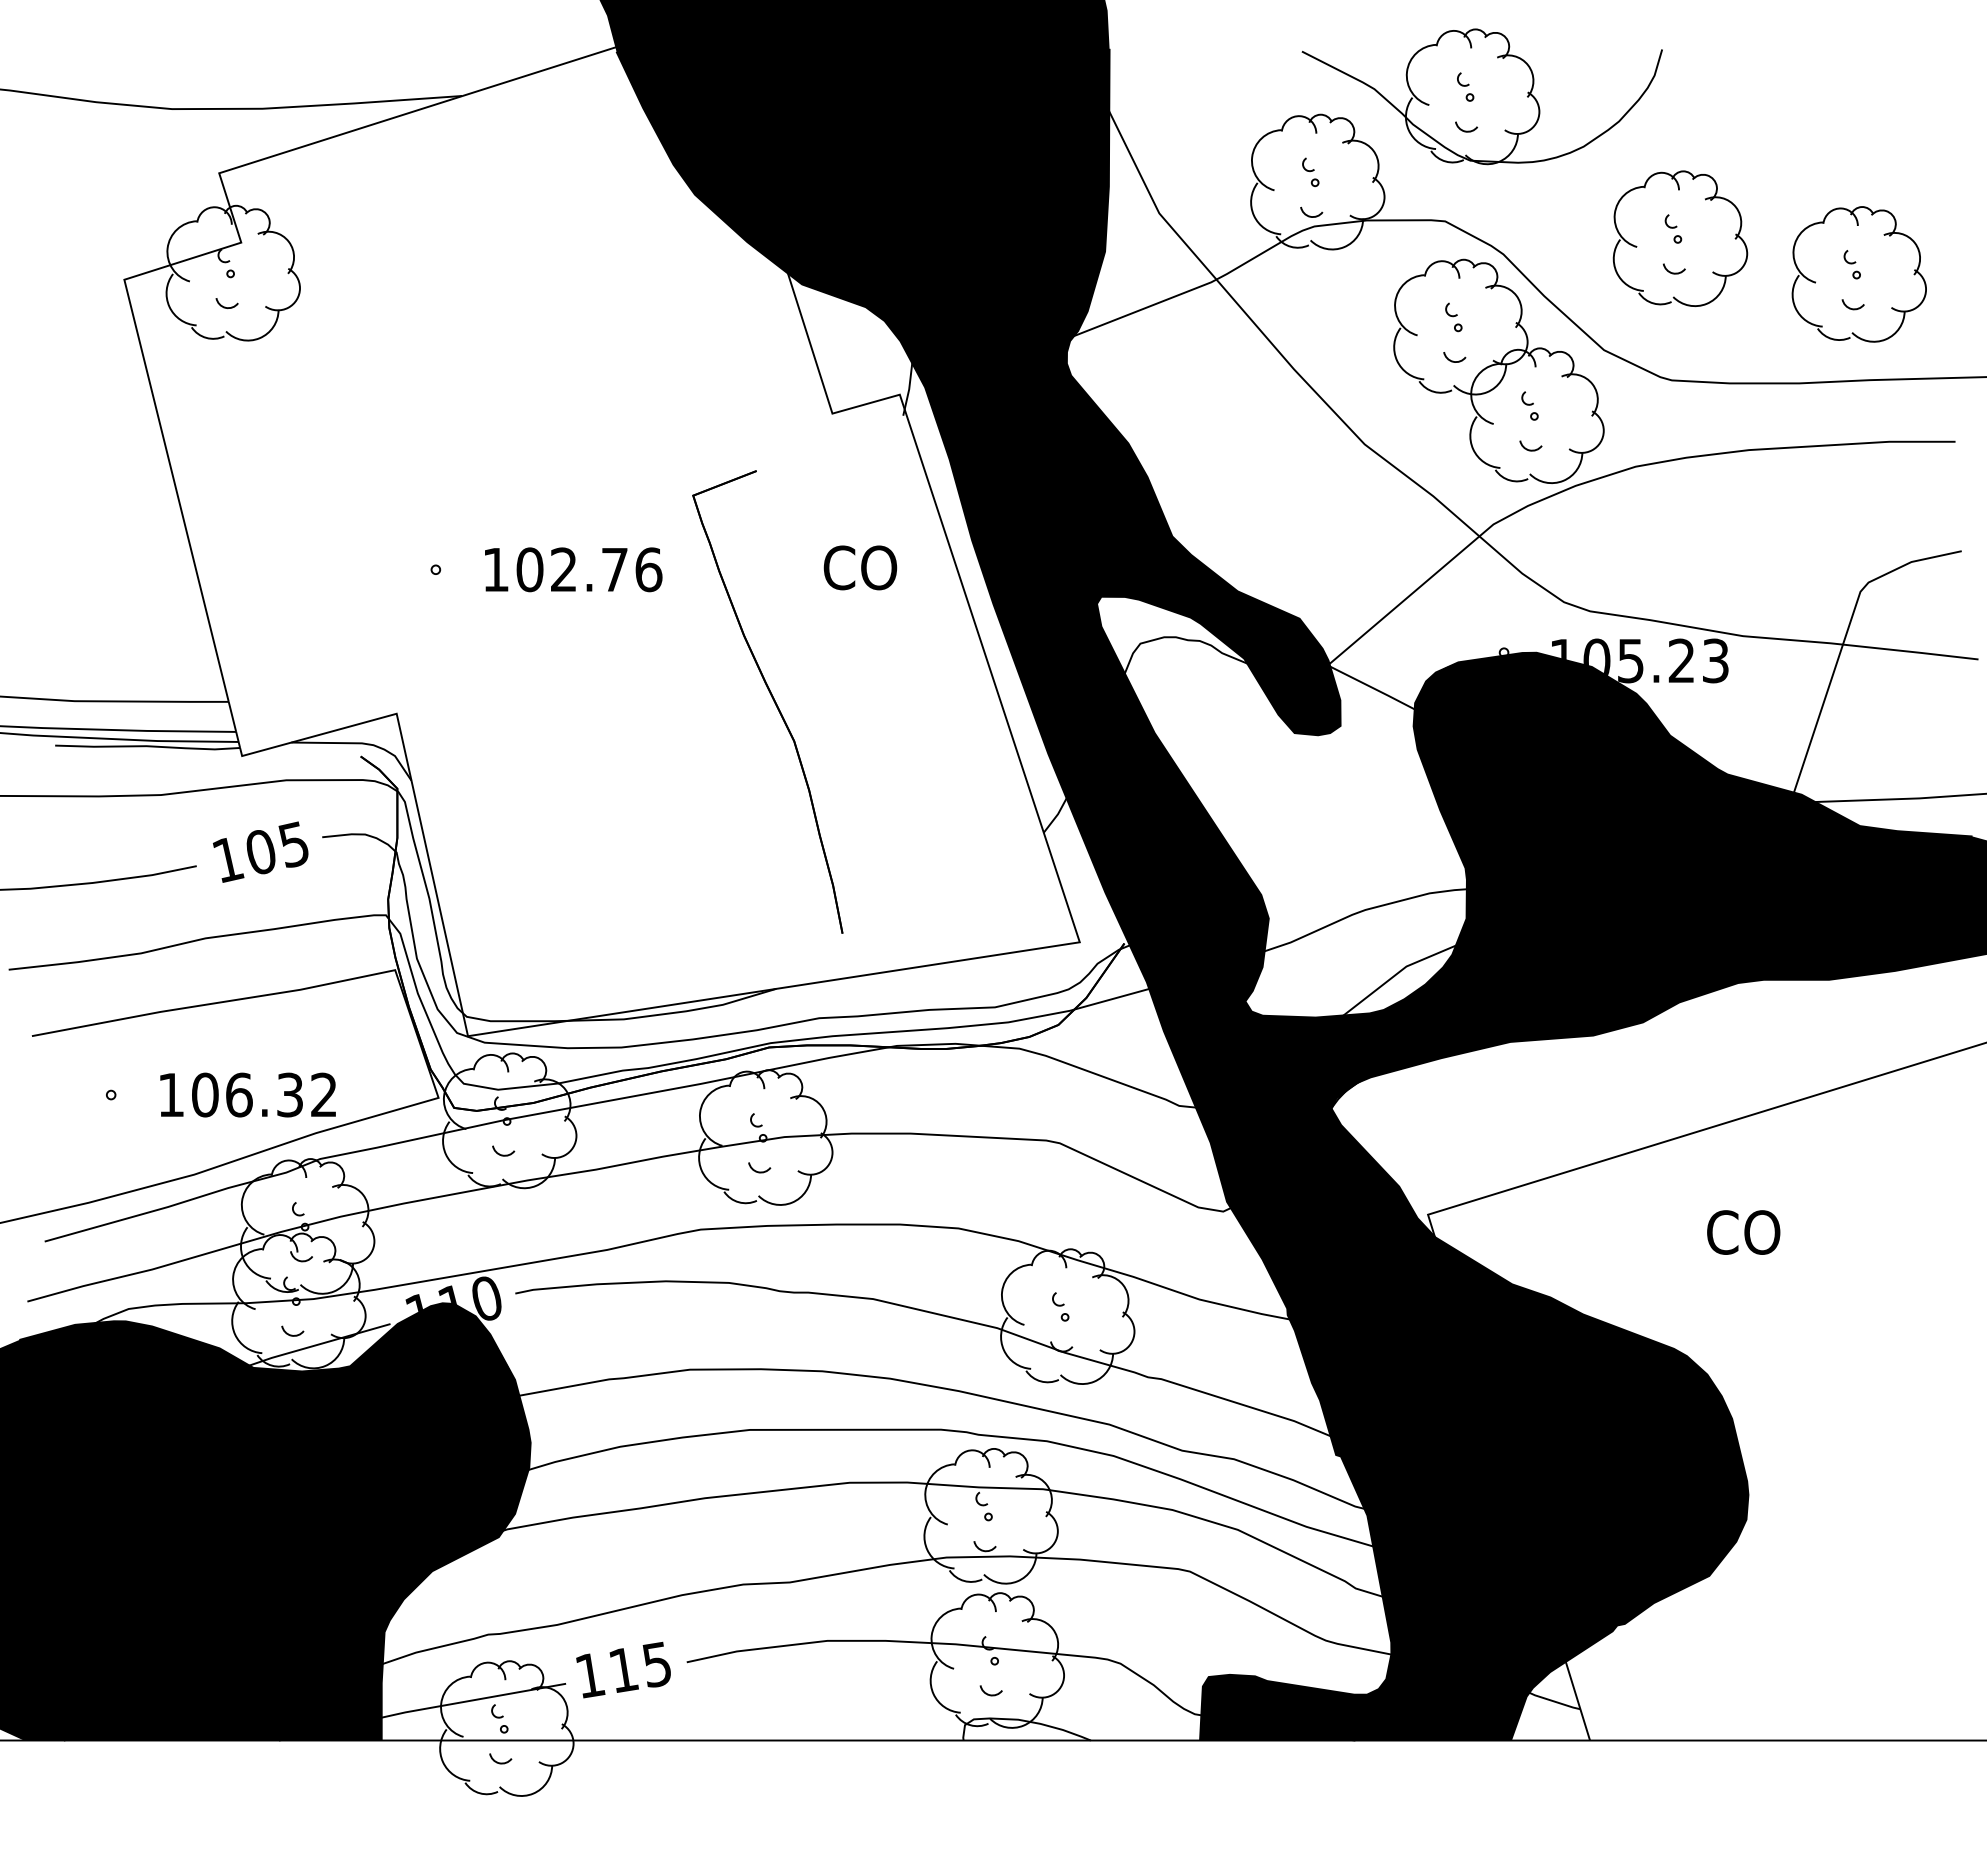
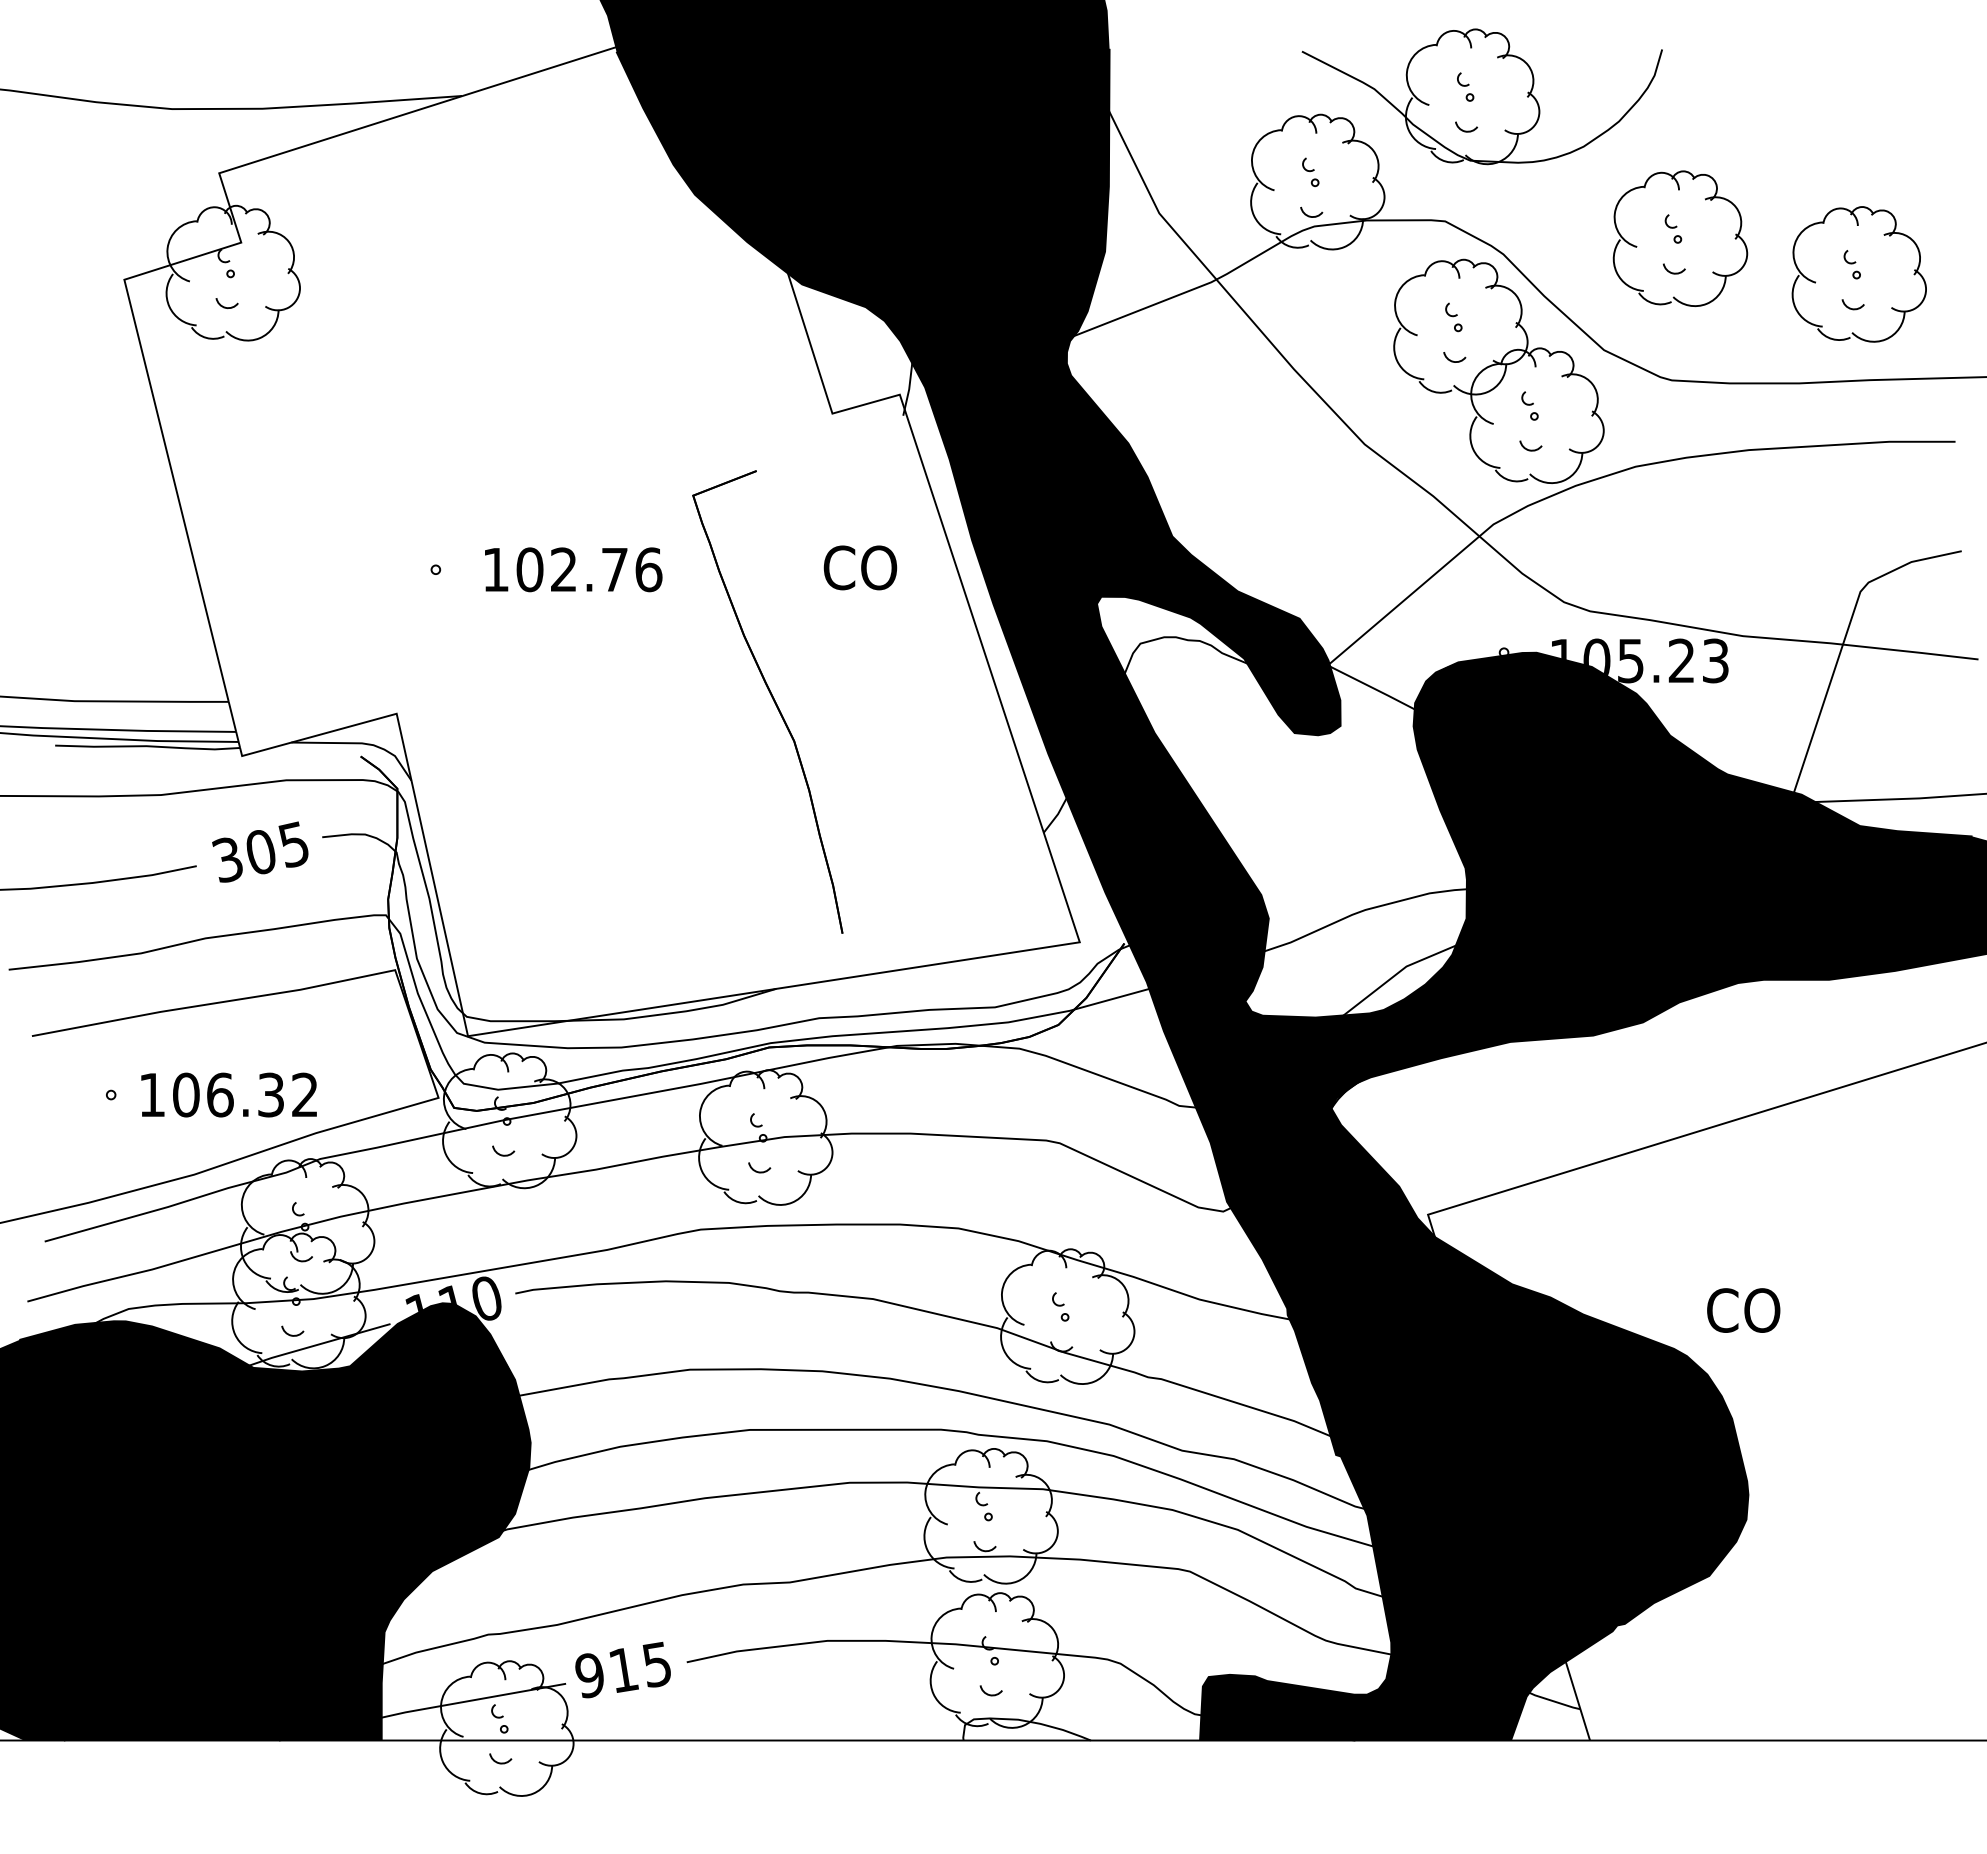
text at (228, 859): 105 -> 305
text at (247, 1094) position: (247, 1094) -> (228, 1094)
text at (1743, 1232) position: (1743, 1232) -> (1743, 1310)
text at (590, 1675): 115 -> 915
